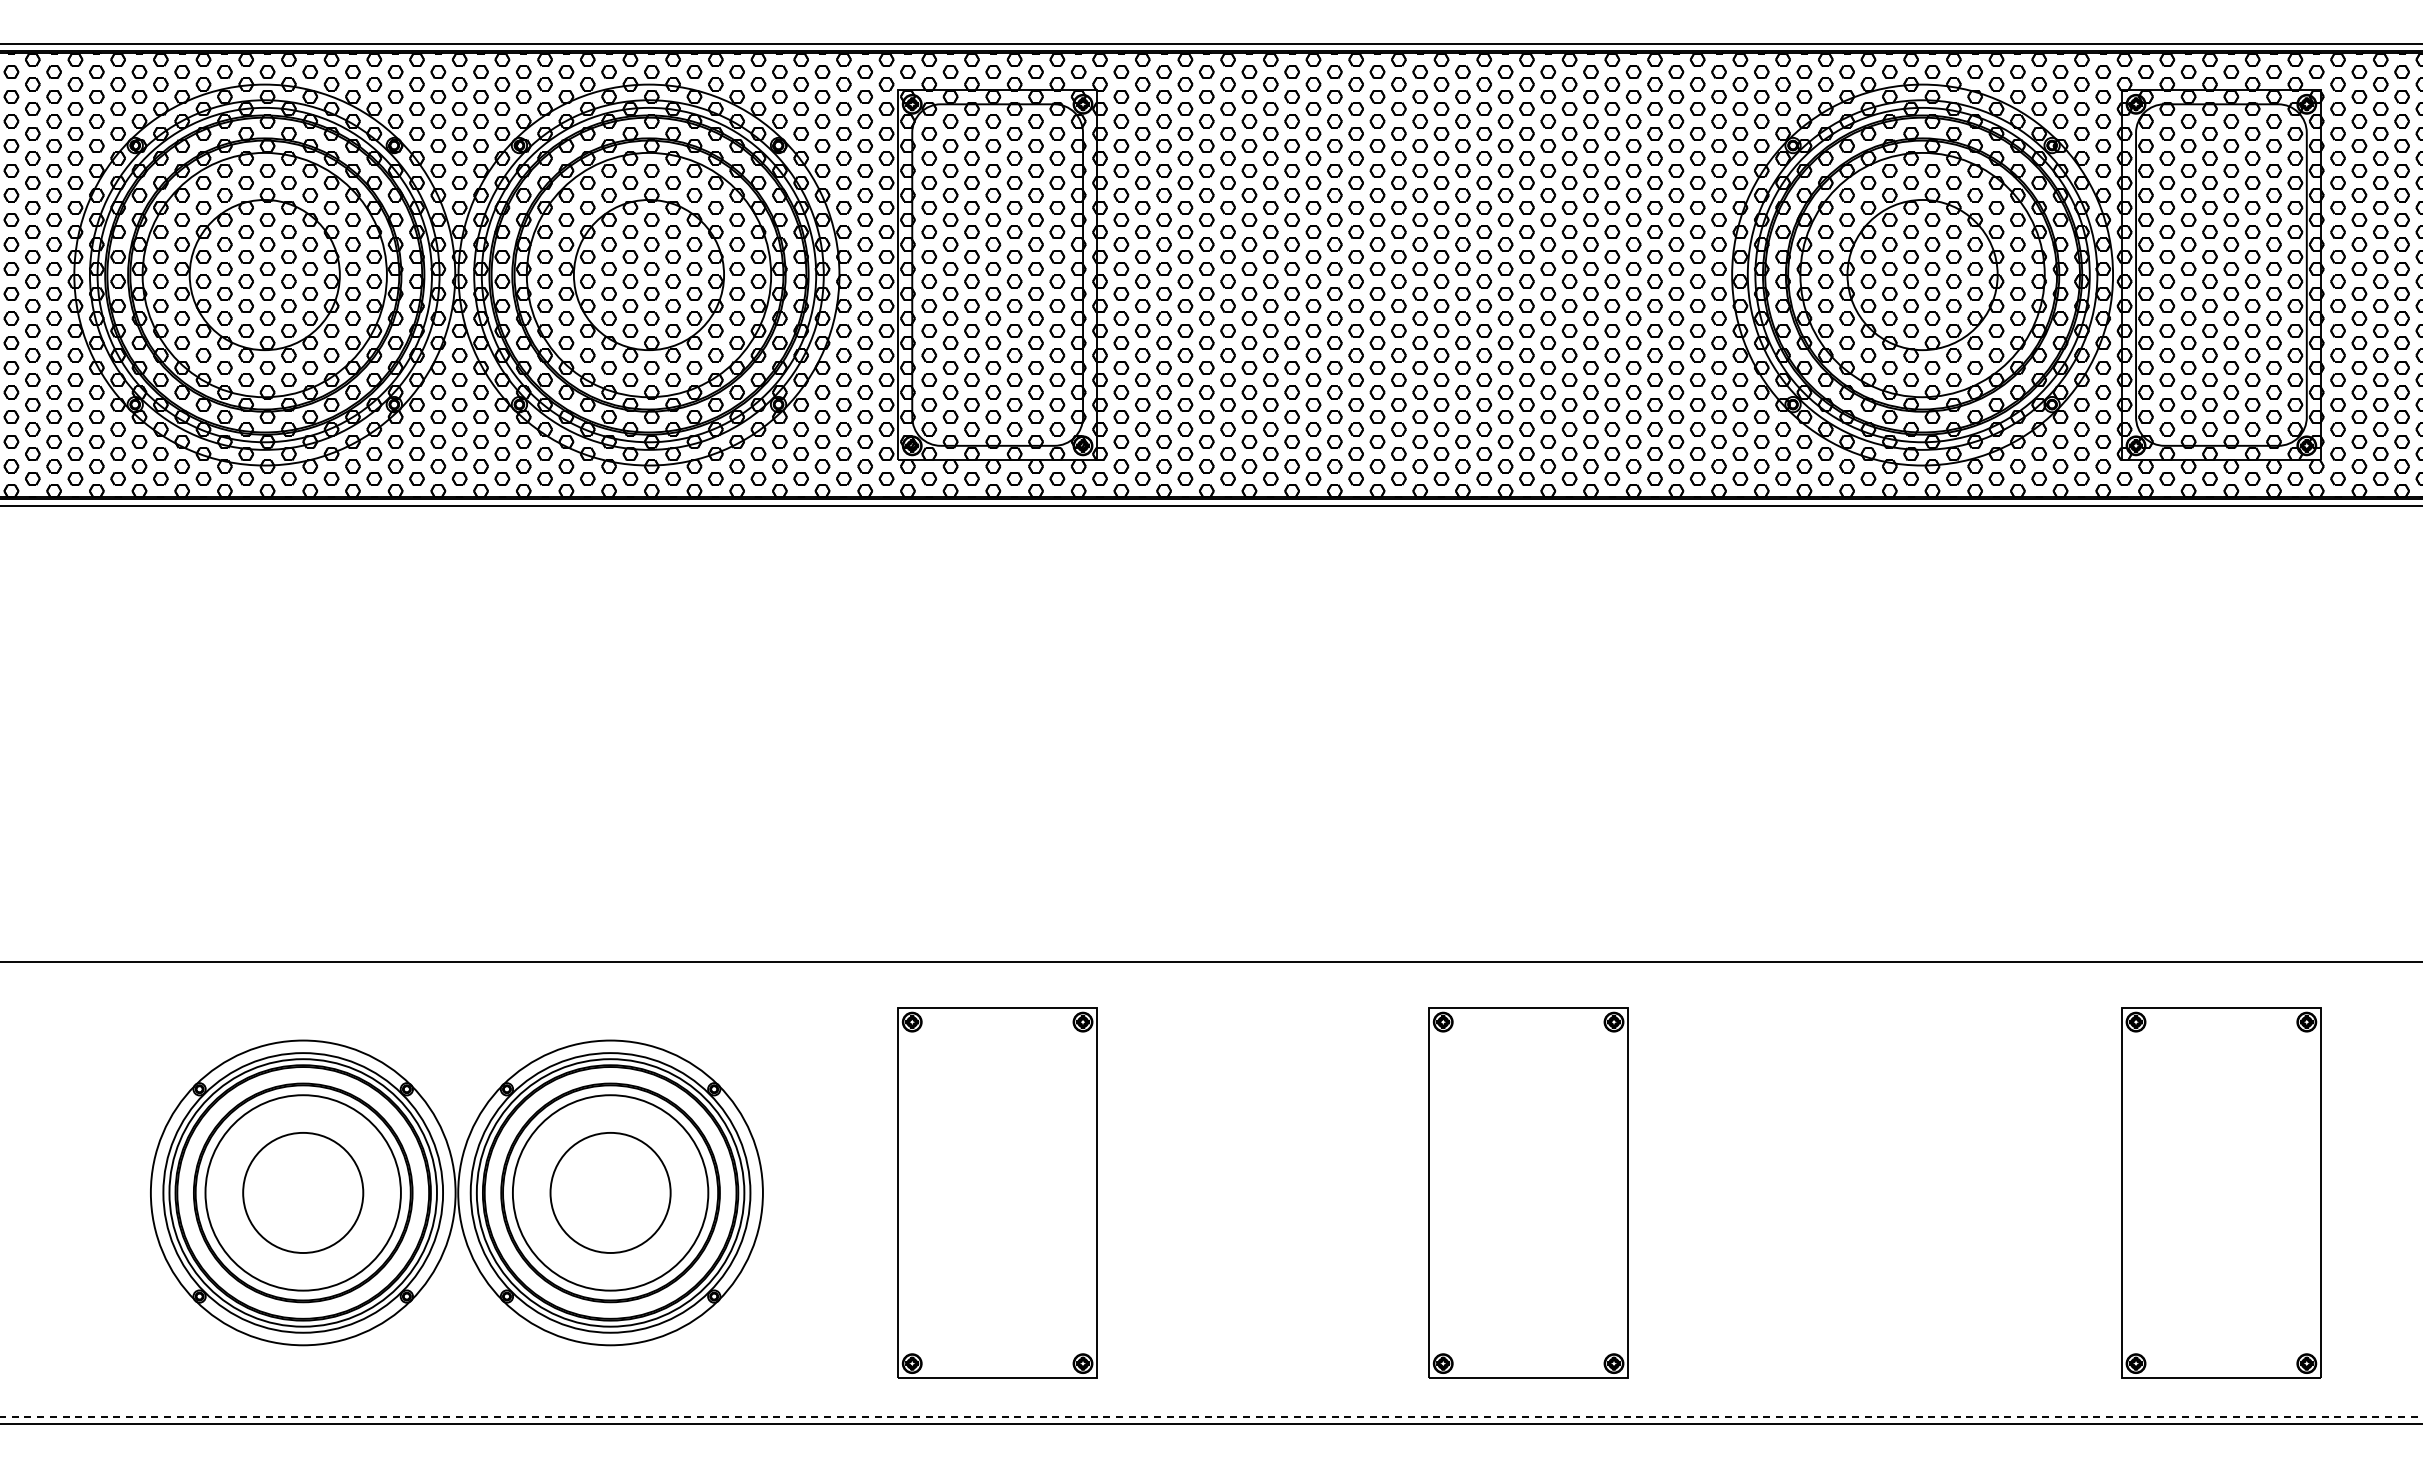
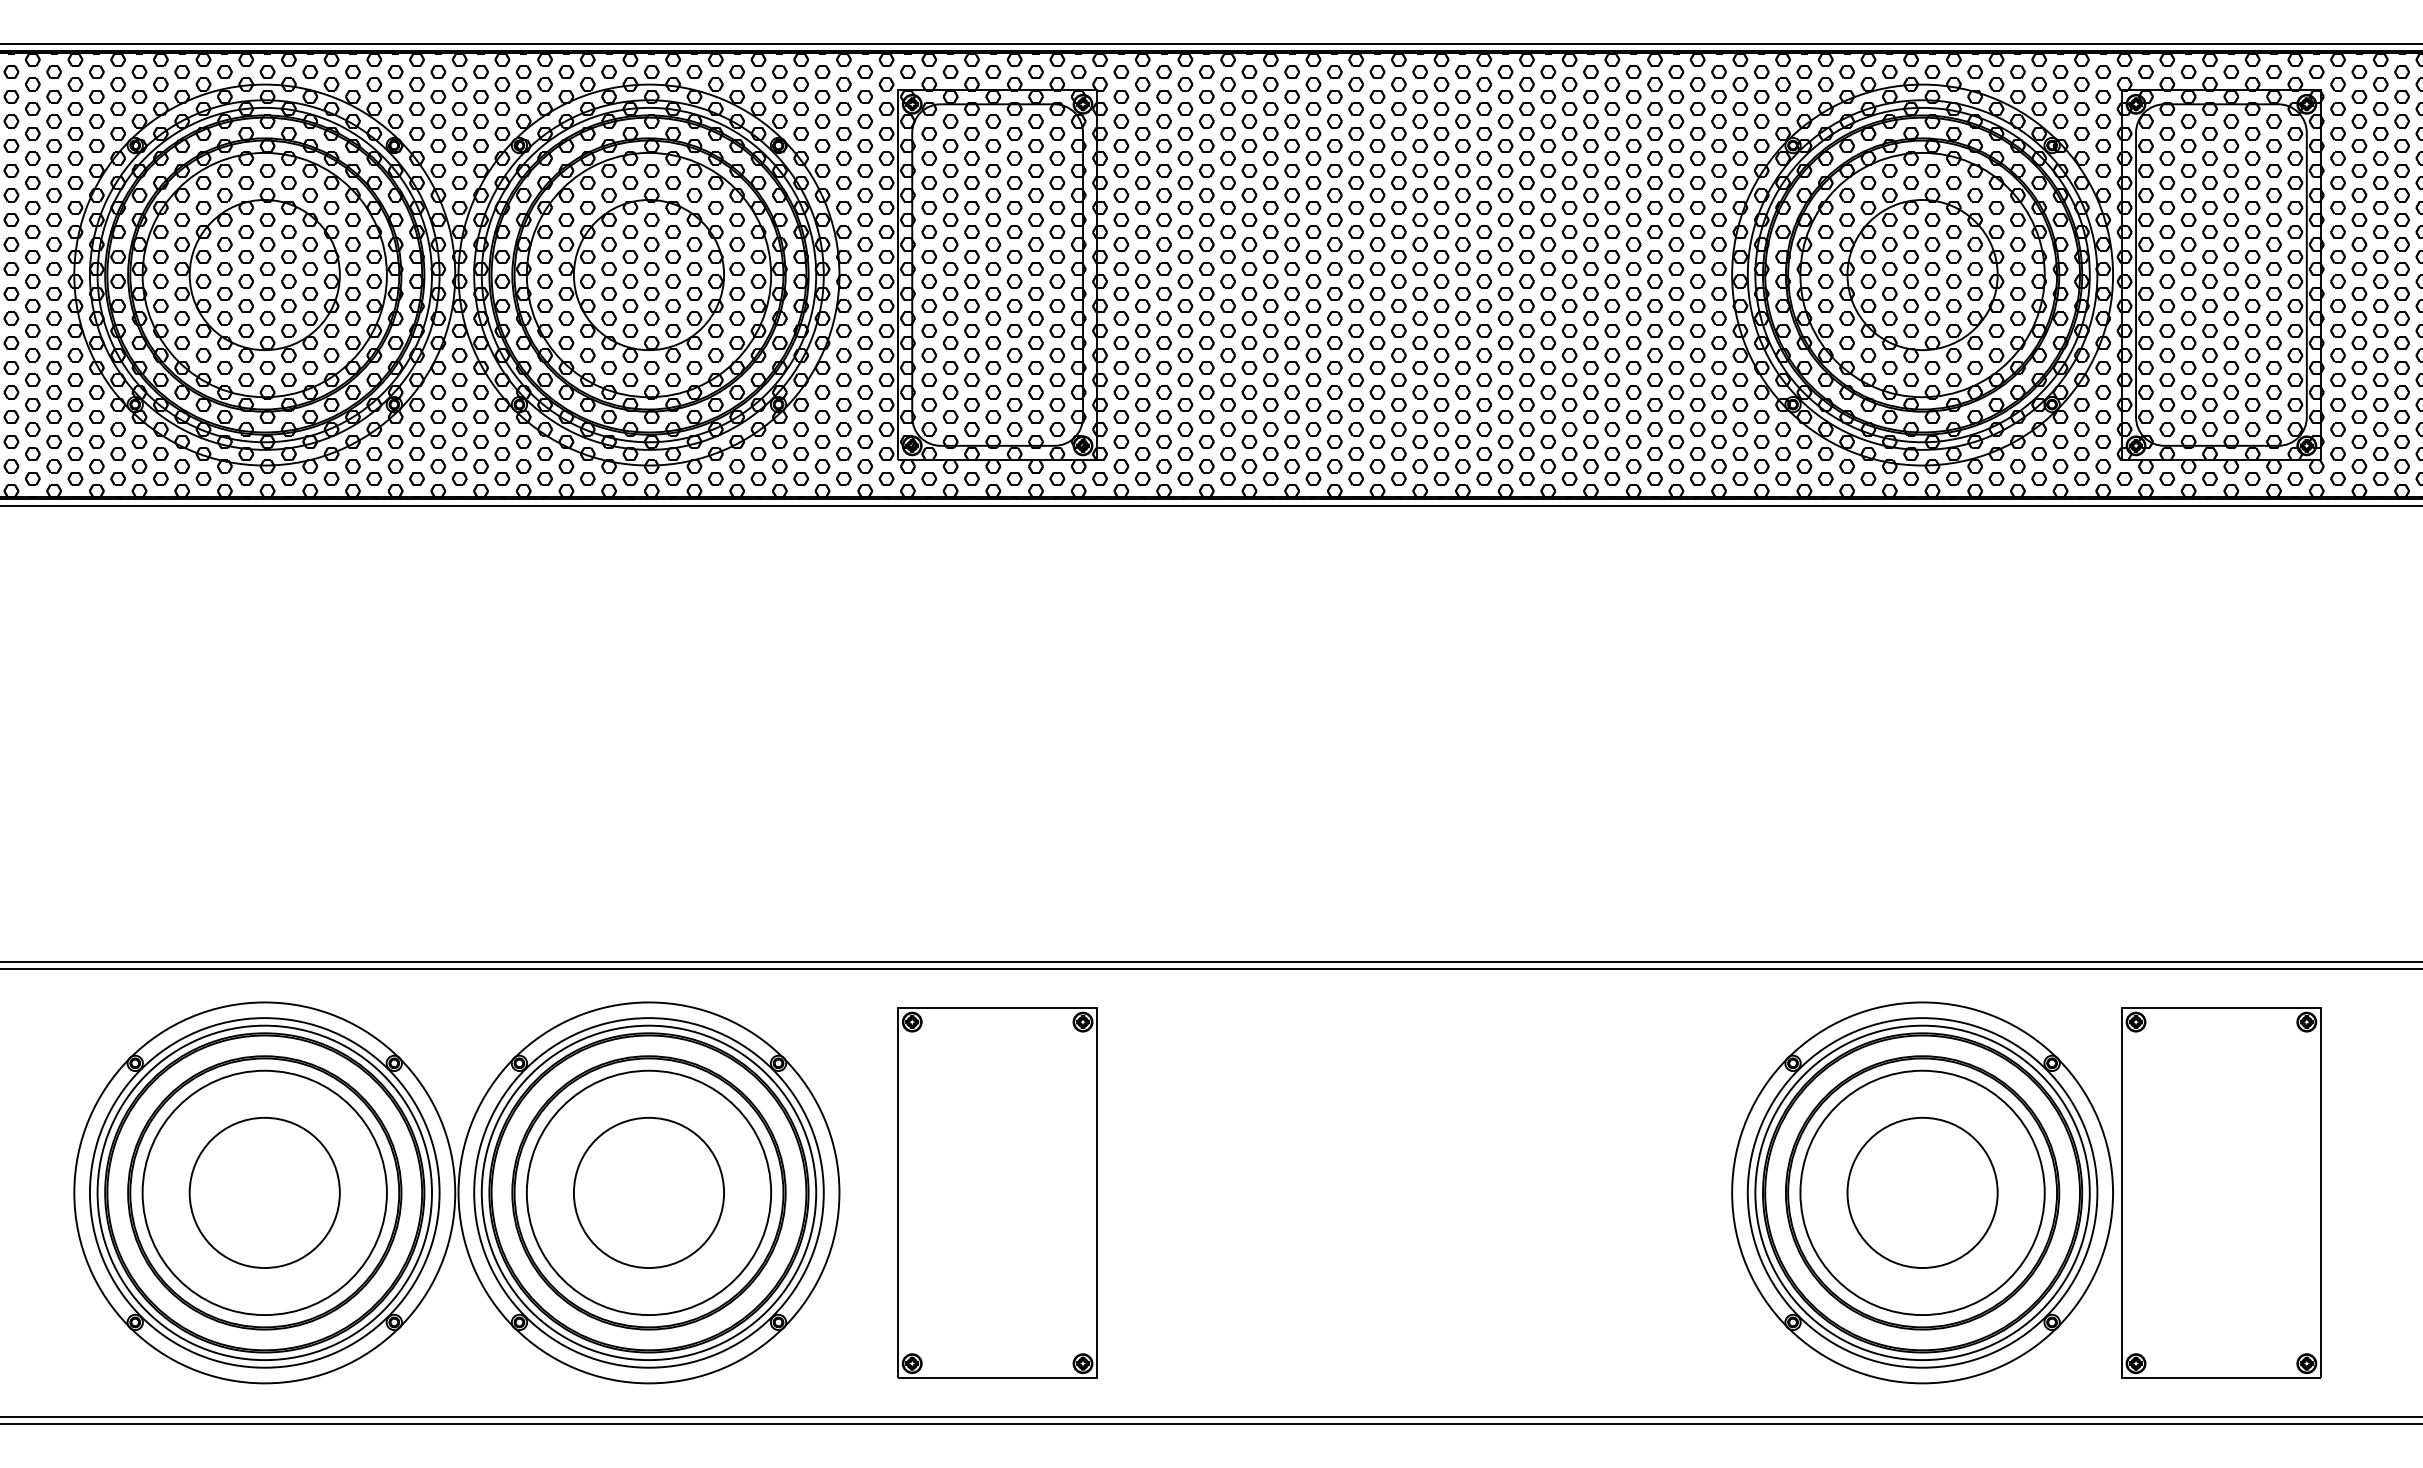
line at (1210, 968): none -> present
part at (456, 1192) size: 614x308 px -> 768x384 px
part at (1528, 1192): present -> none
part at (1922, 1192): none -> present
line at (1212, 1417): dashed -> solid
